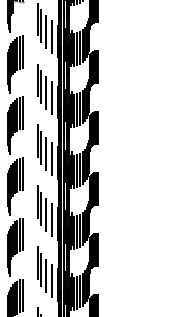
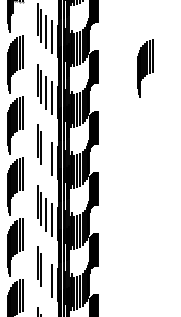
part at (145, 68): none -> present
line at (45, 153): present -> none
line at (45, 275): present -> none
